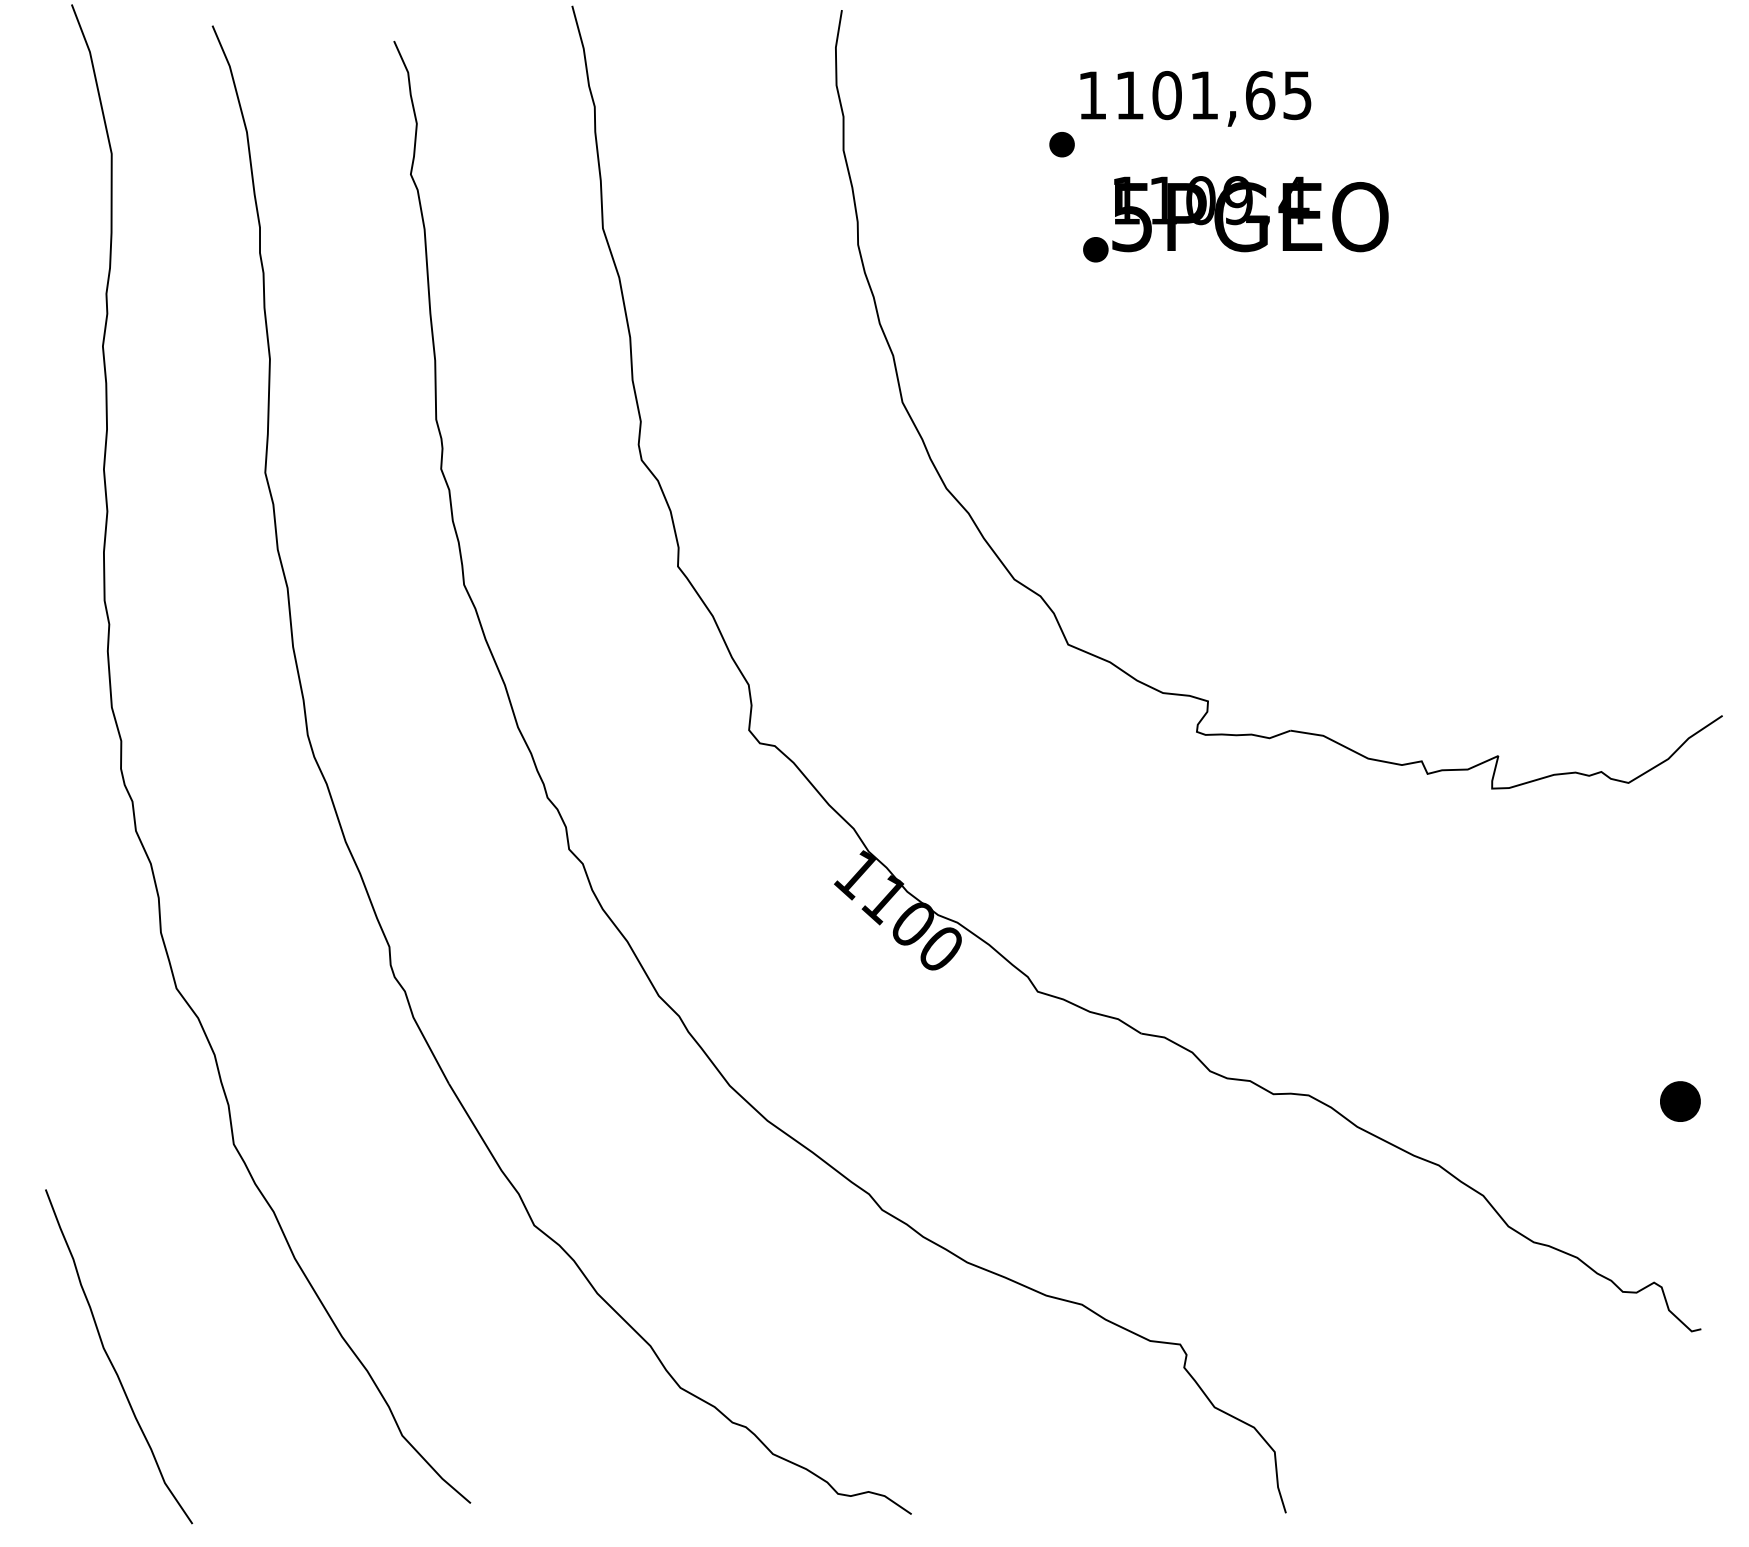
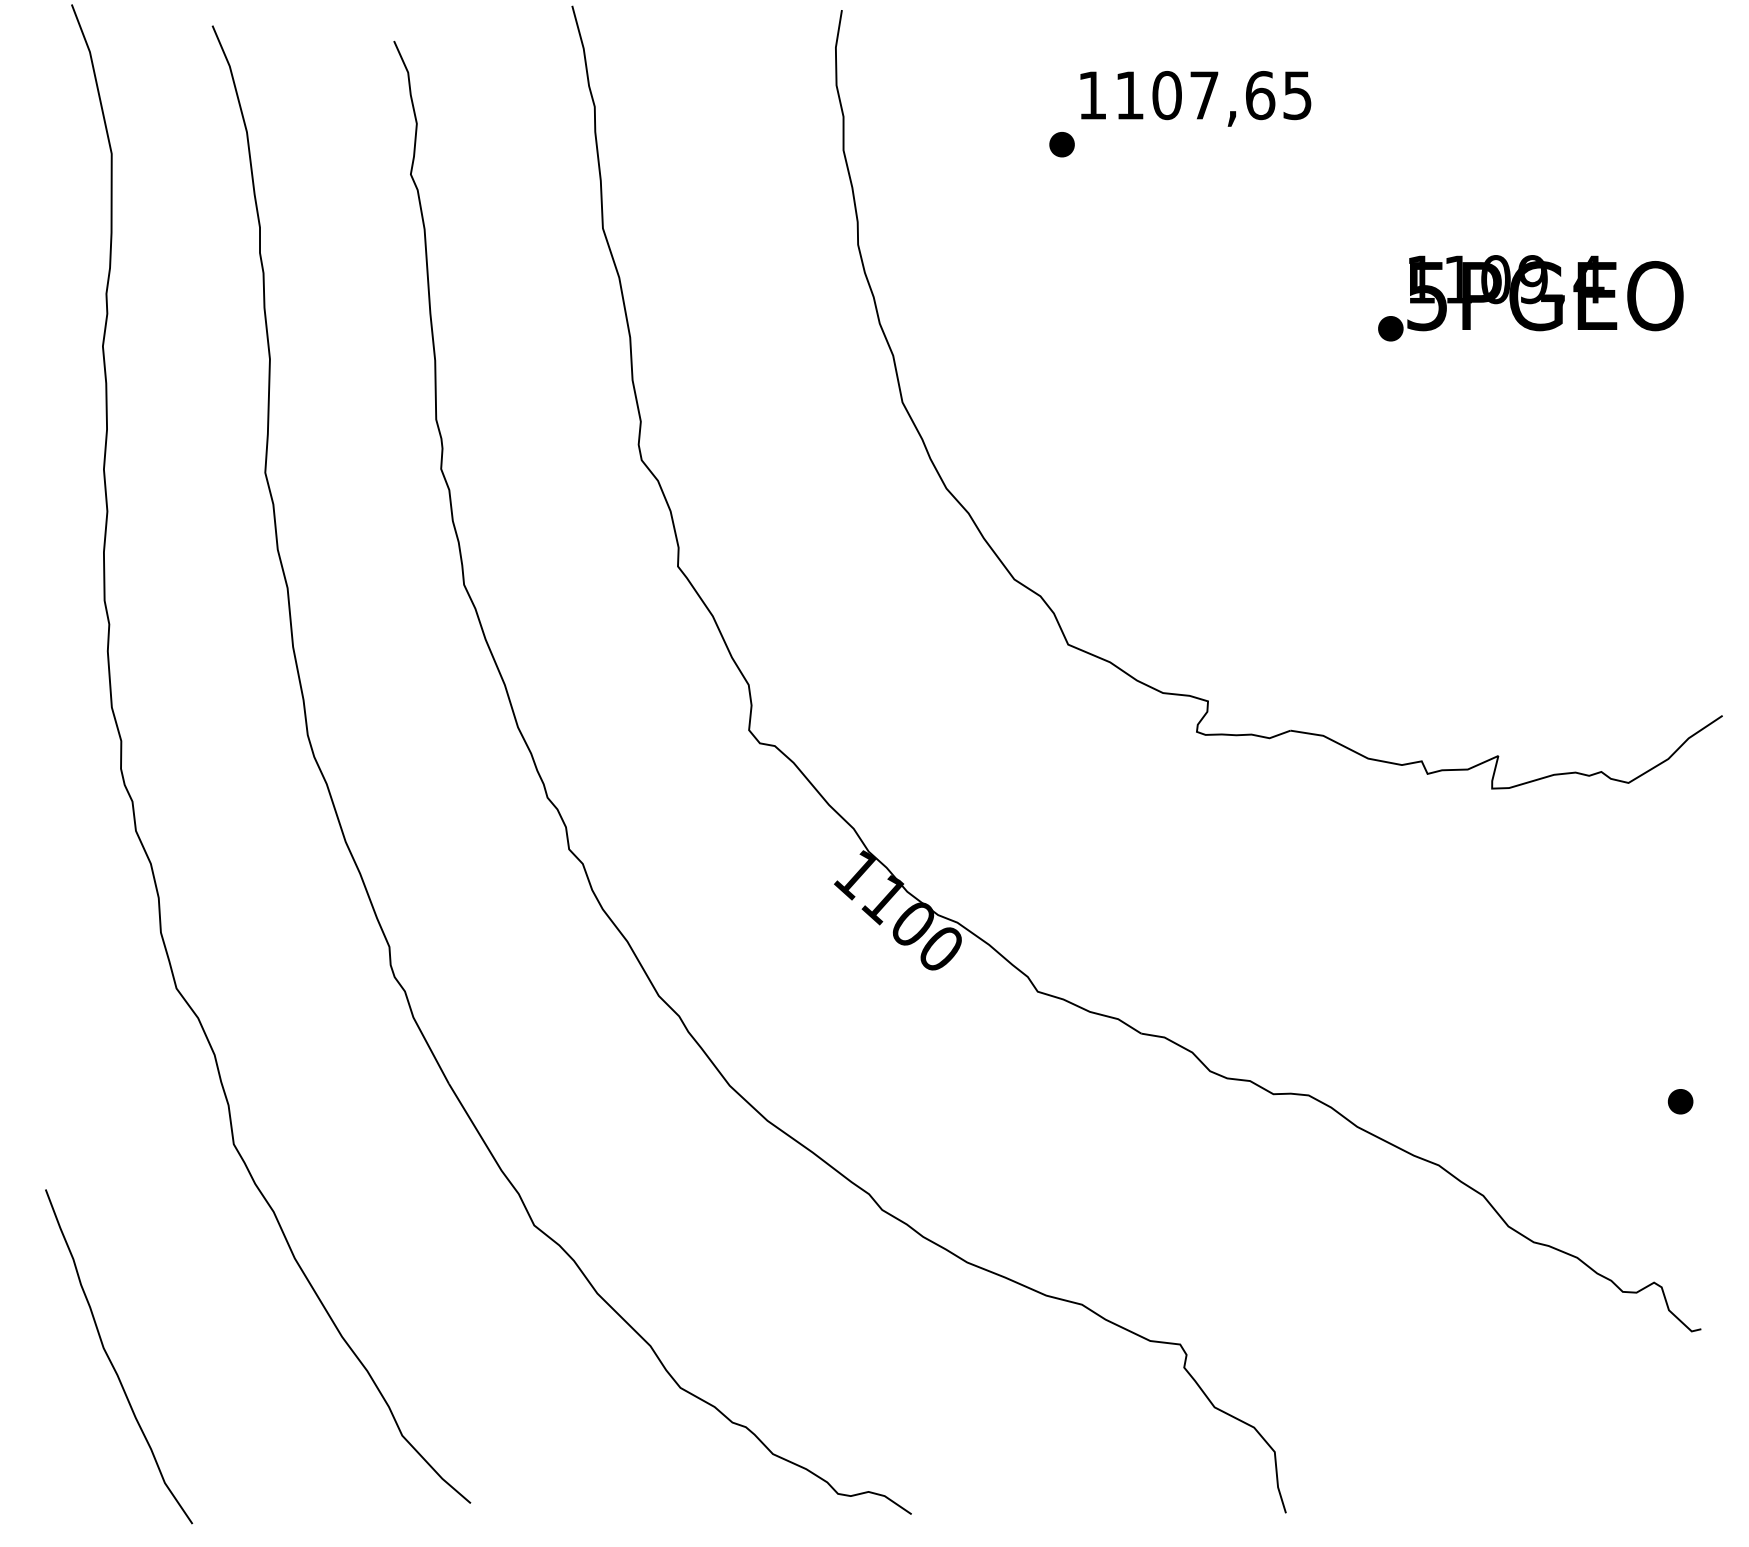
text at (1204, 95): 1101,65 -> 1107,65
text at (1235, 219) position: (1235, 219) -> (1530, 298)
part at (1680, 1101) size: 41x41 px -> 26x26 px
